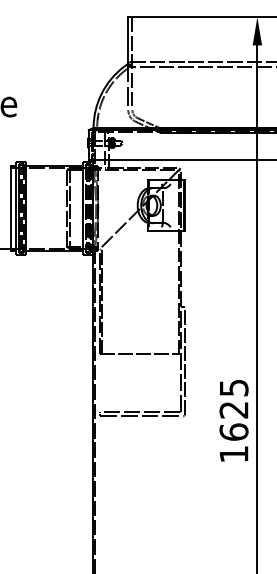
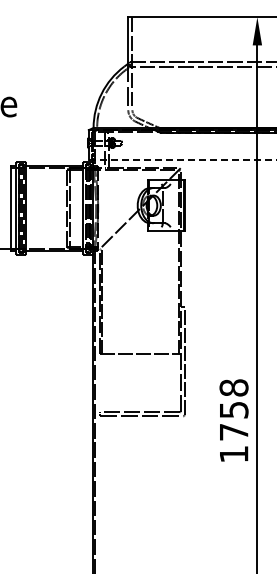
line at (182, 160): solid -> dashed
text at (233, 409): 1625 -> 1758
